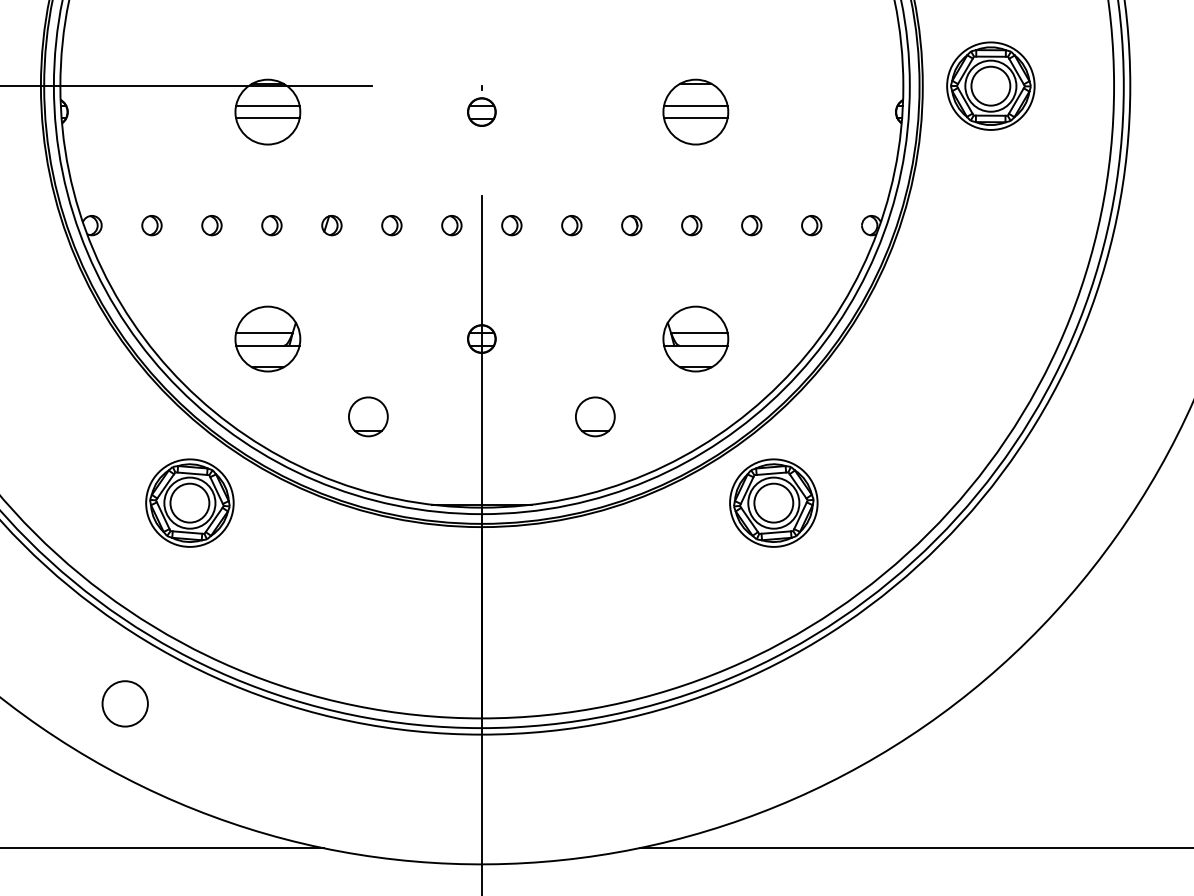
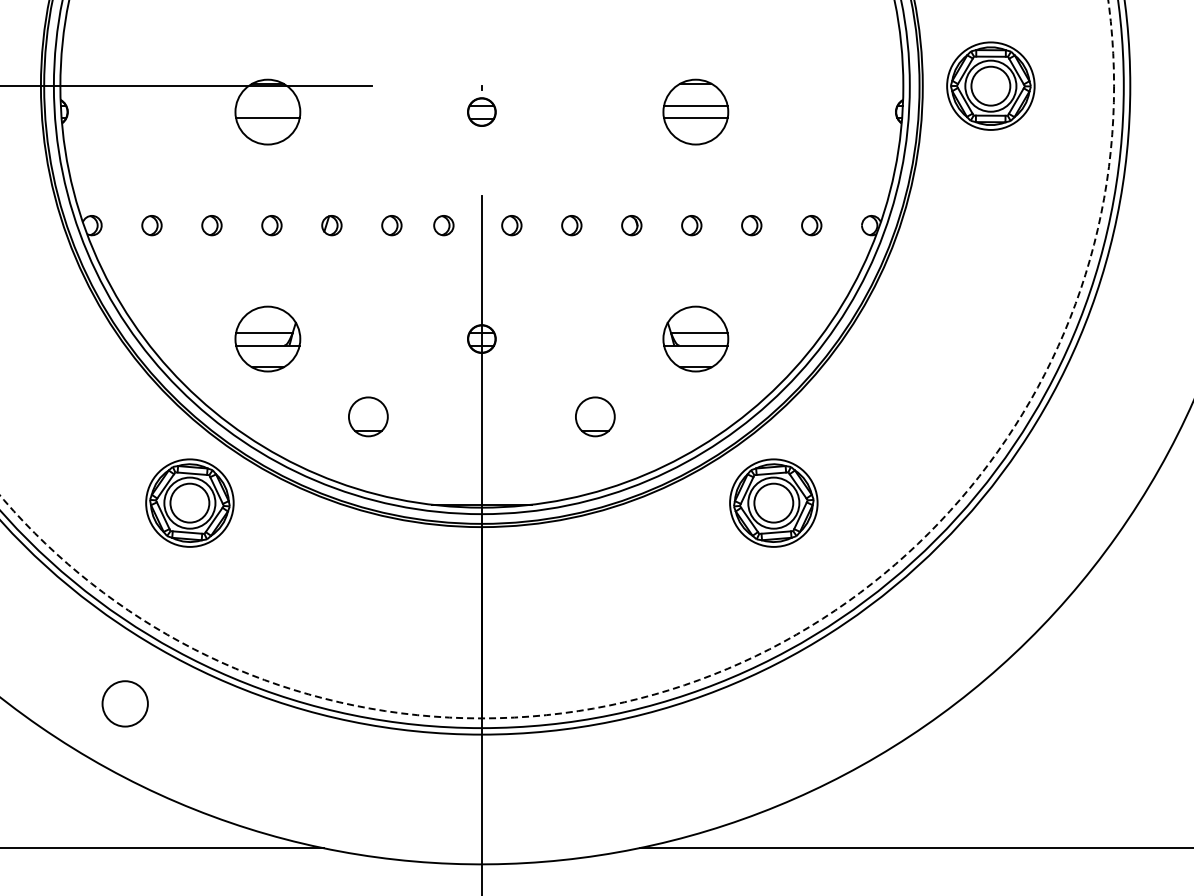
line at (267, 105): present -> none
part at (451, 225) position: (451, 225) -> (443, 225)
circle at (557, 359): solid -> dashed
